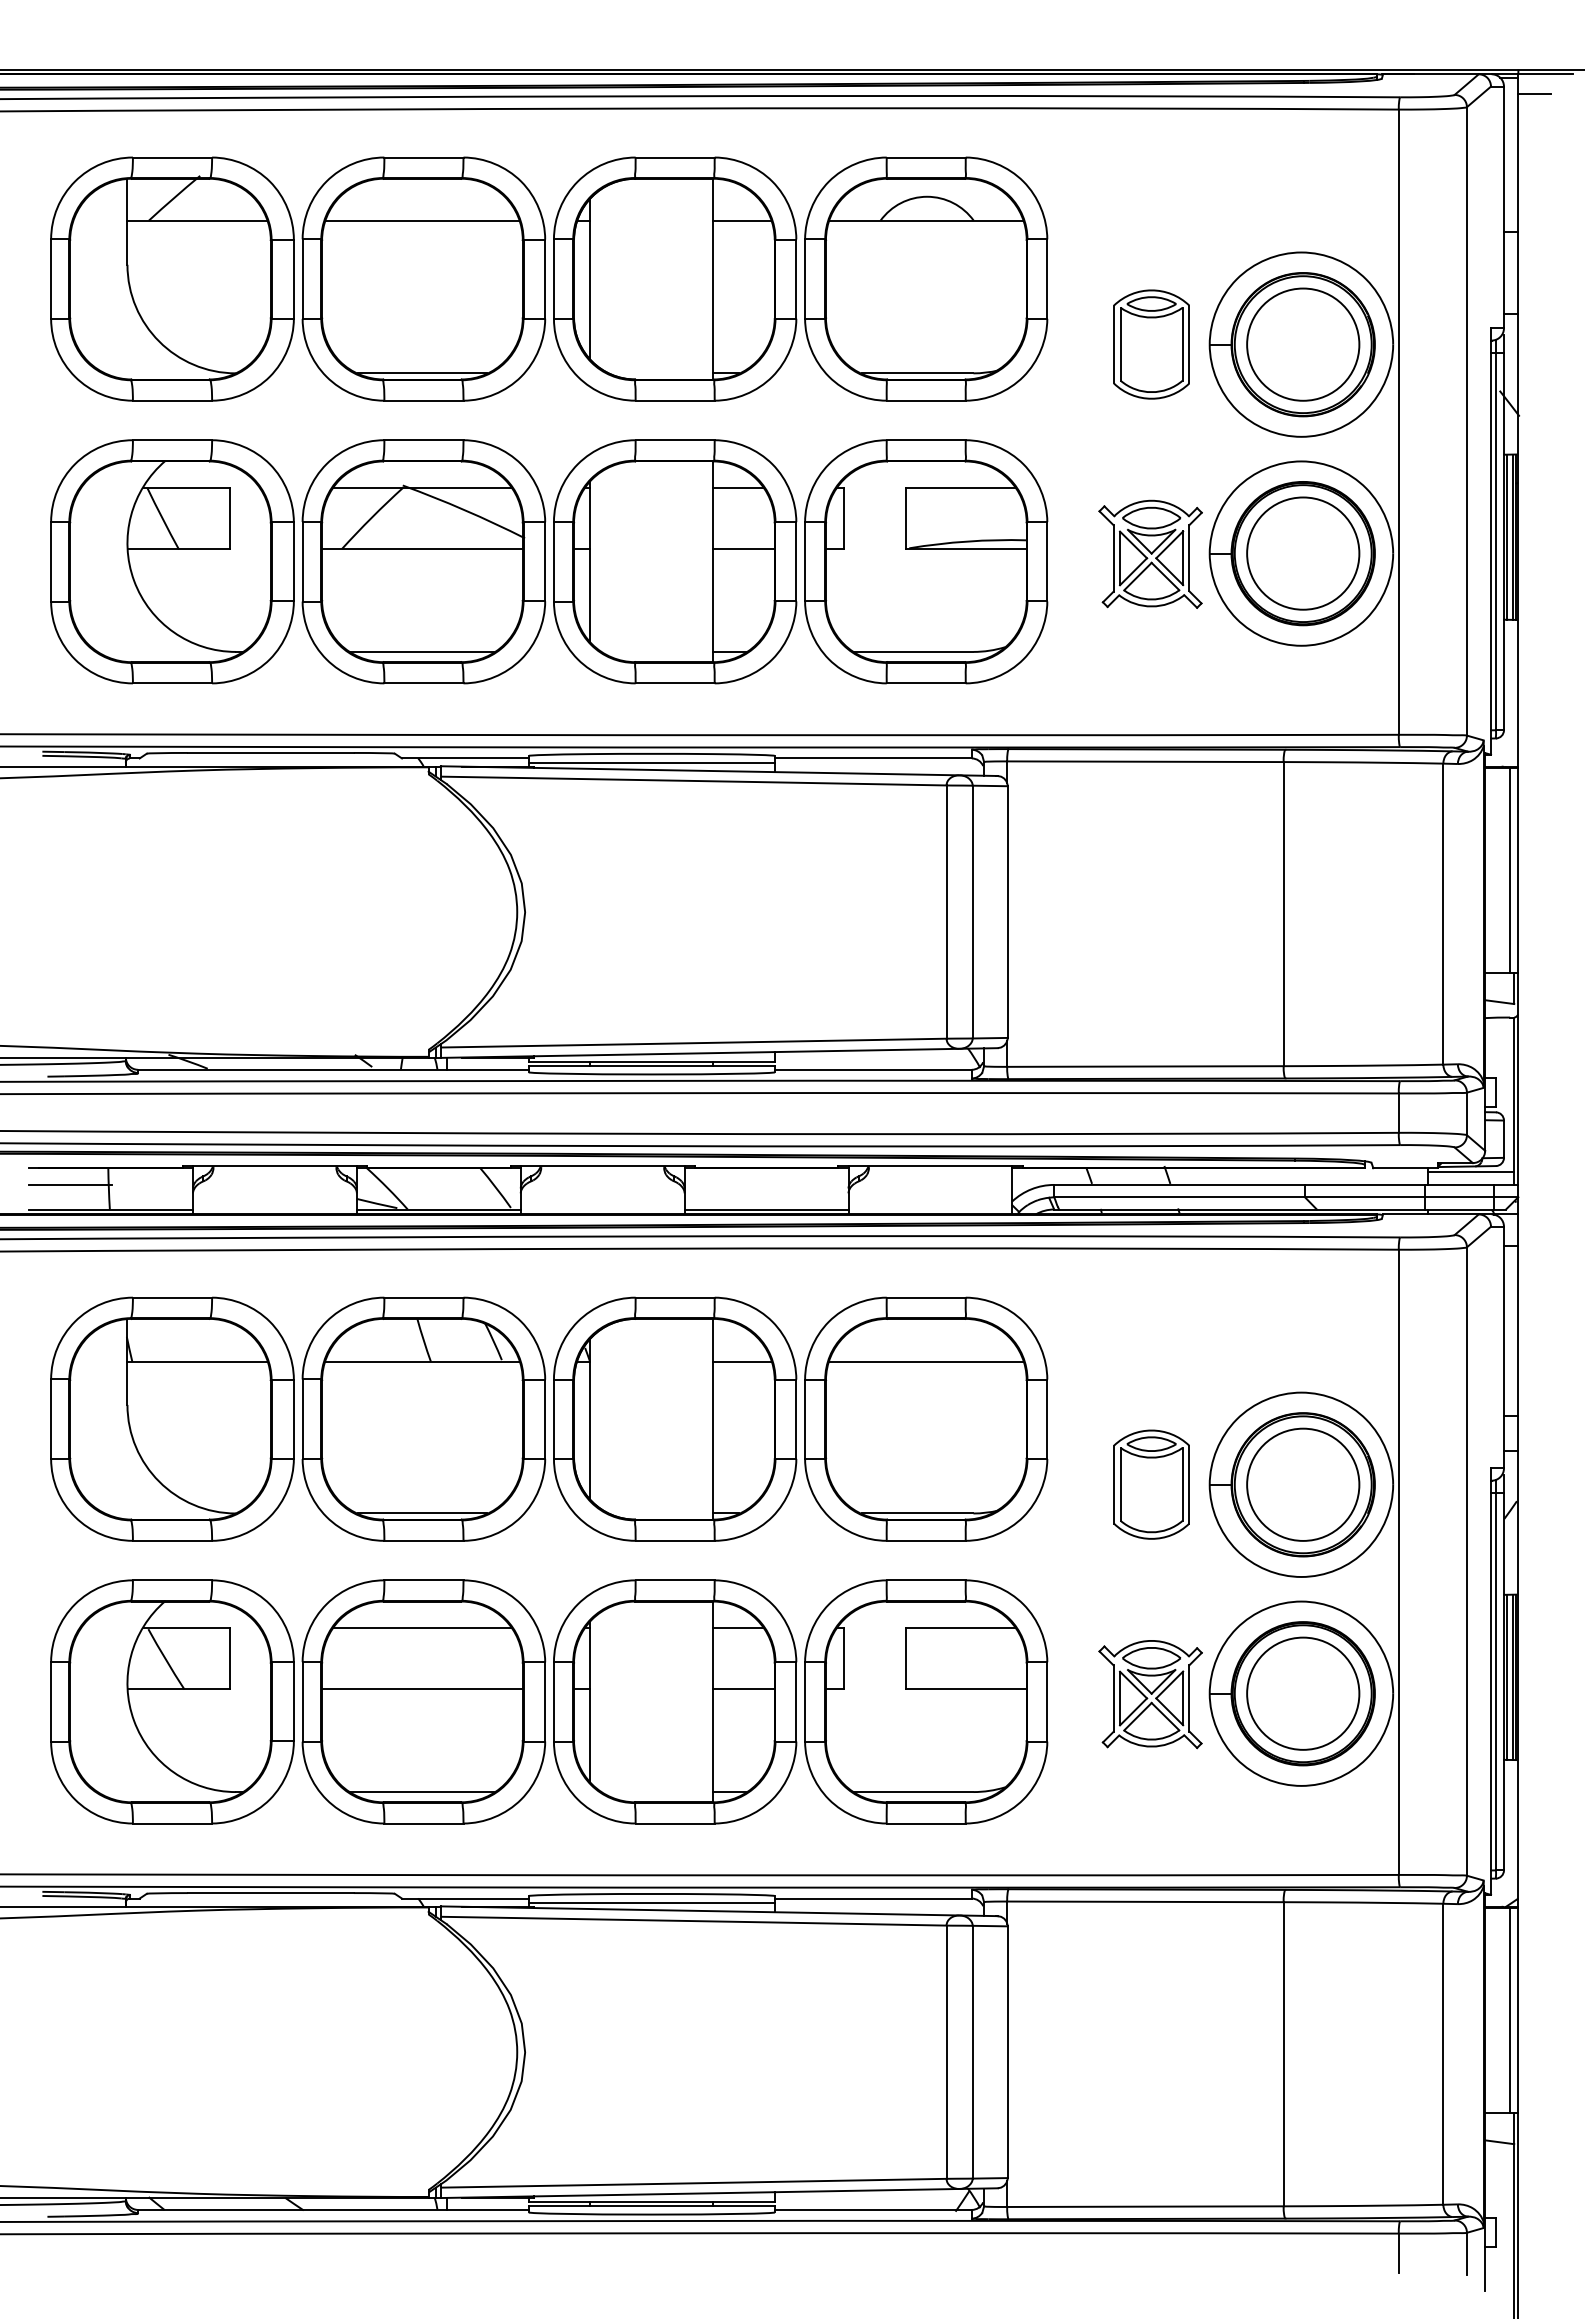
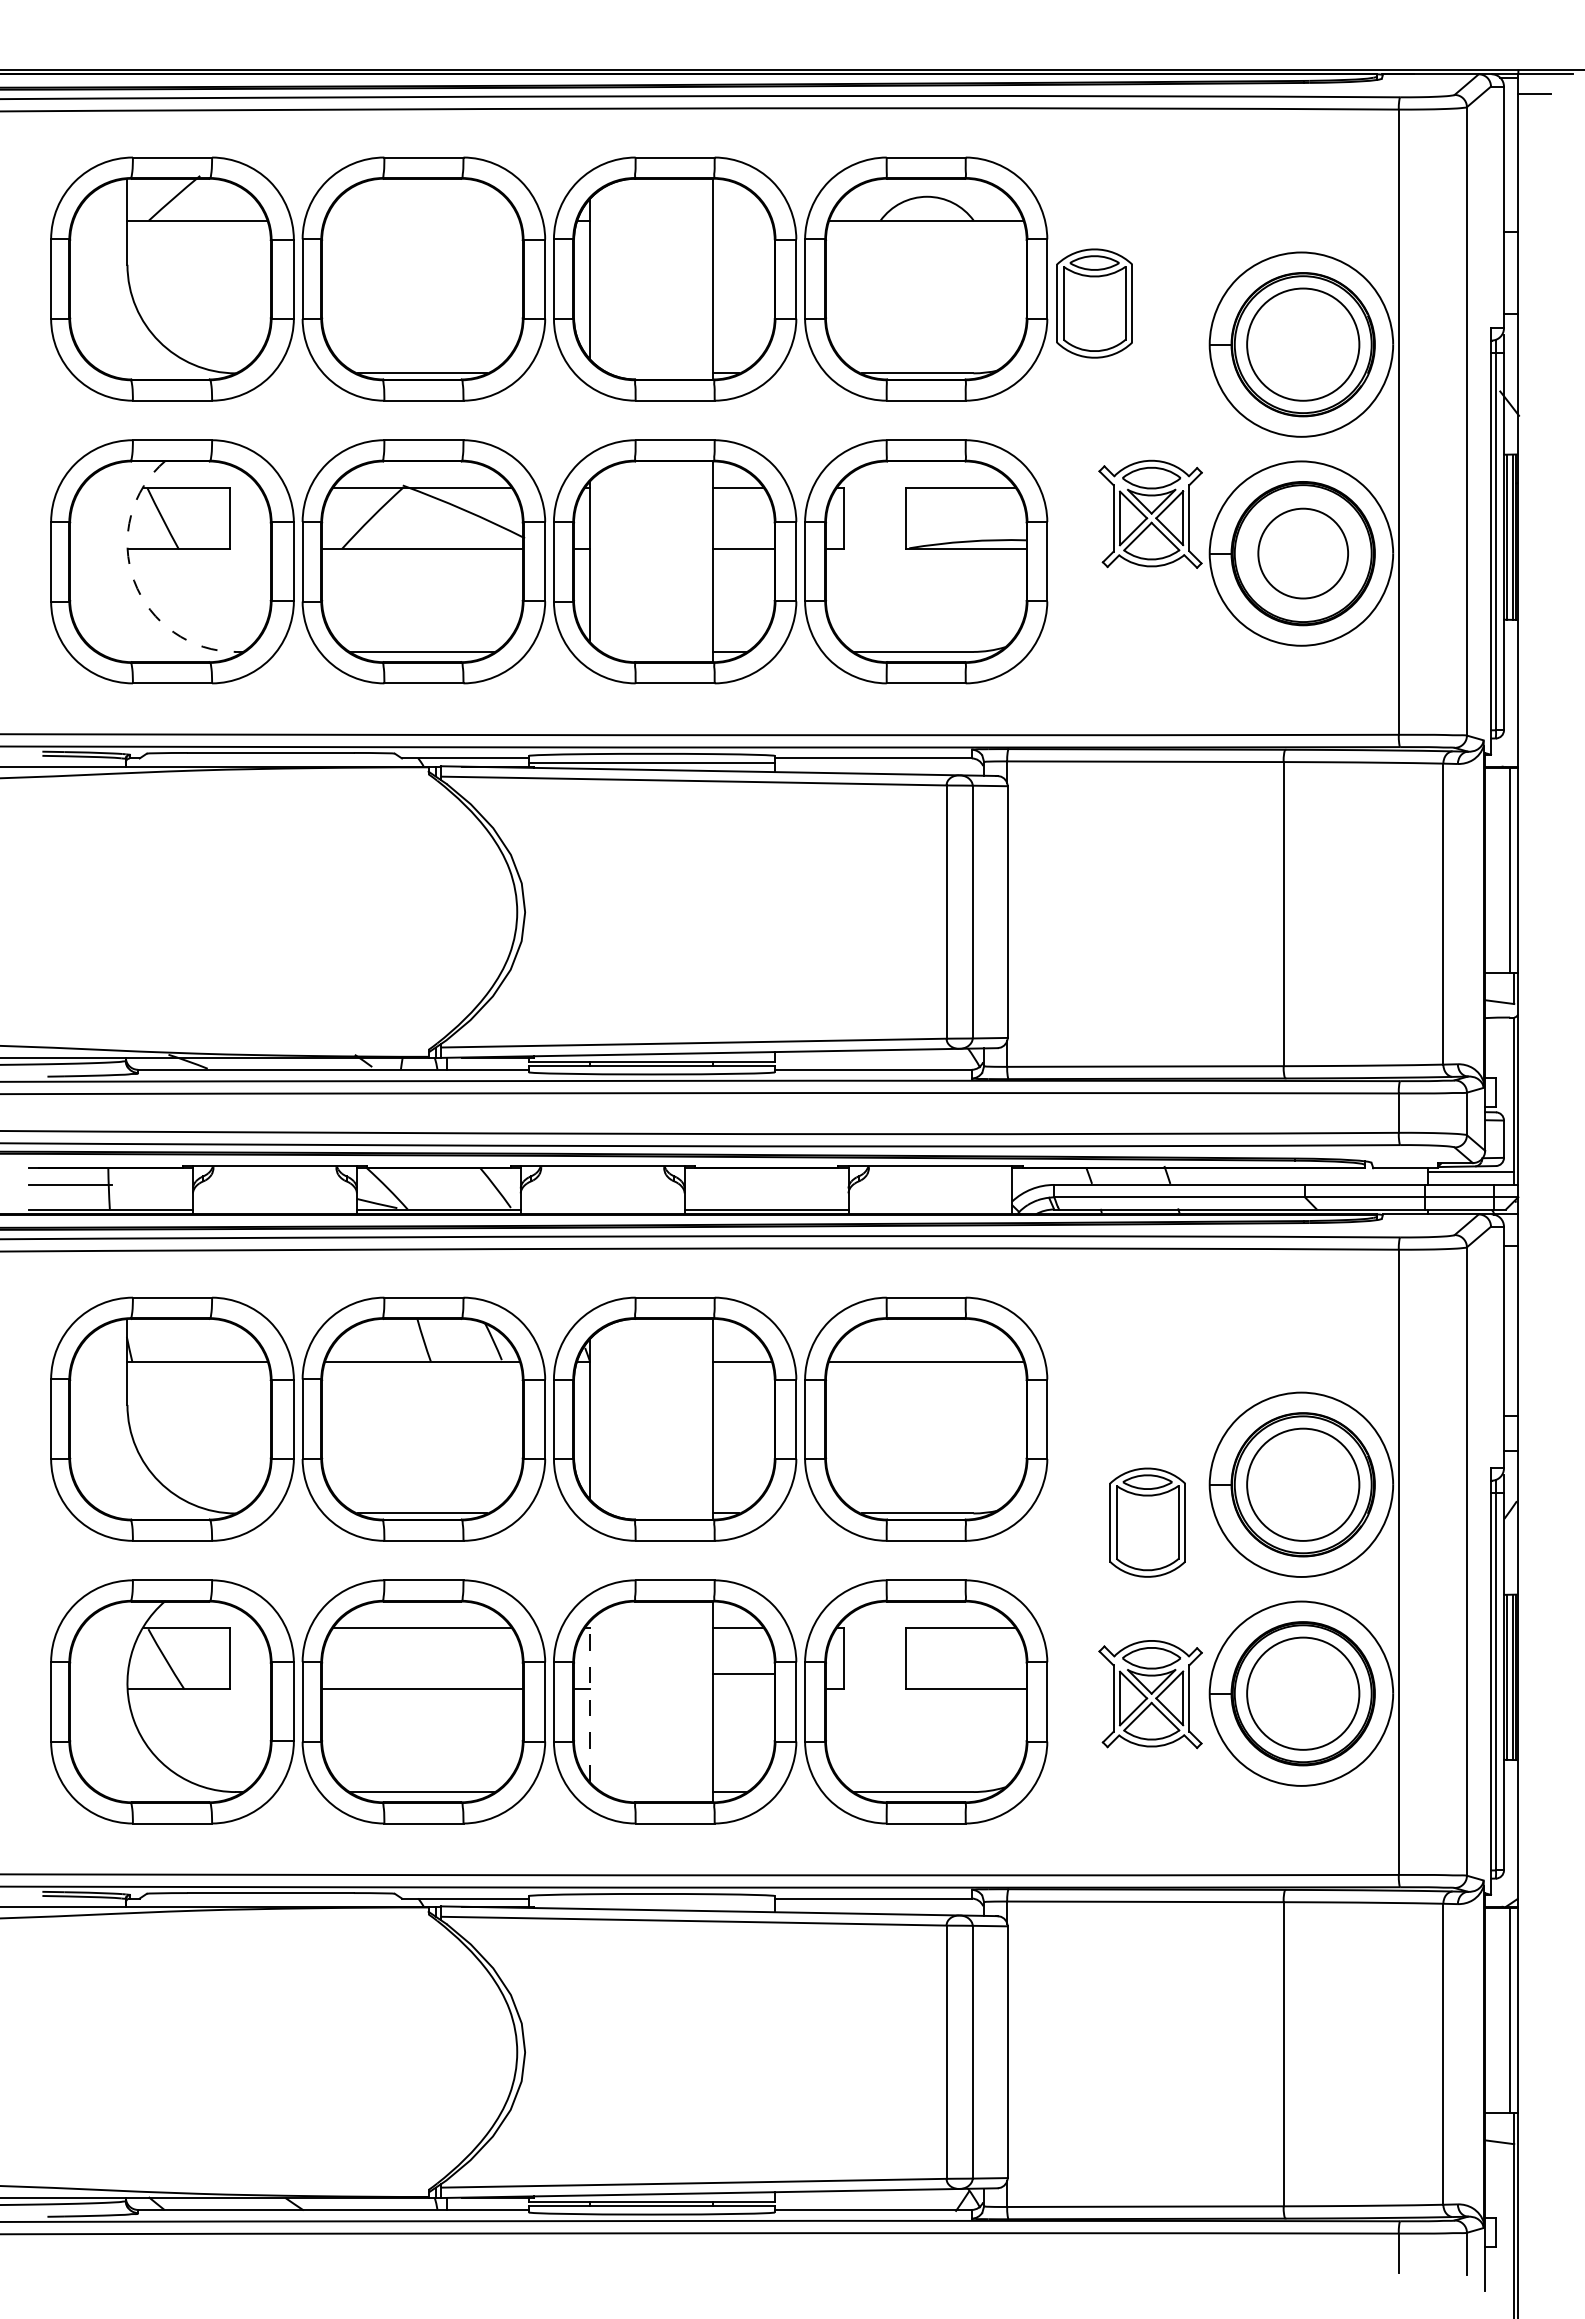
line at (422, 221): present -> none
line at (742, 221): present -> none
part at (1151, 344) position: (1151, 344) -> (1094, 303)
part at (1150, 553) position: (1150, 553) -> (1150, 513)
circle at (1303, 553) diameter: 112 px -> 90 px
arc at (134, 580): solid -> dashed
part at (1151, 1484) position: (1151, 1484) -> (1147, 1522)
line at (743, 1689) position: (743, 1689) -> (743, 1674)
line at (590, 1701): solid -> dashed
line at (651, 1902): present -> none
